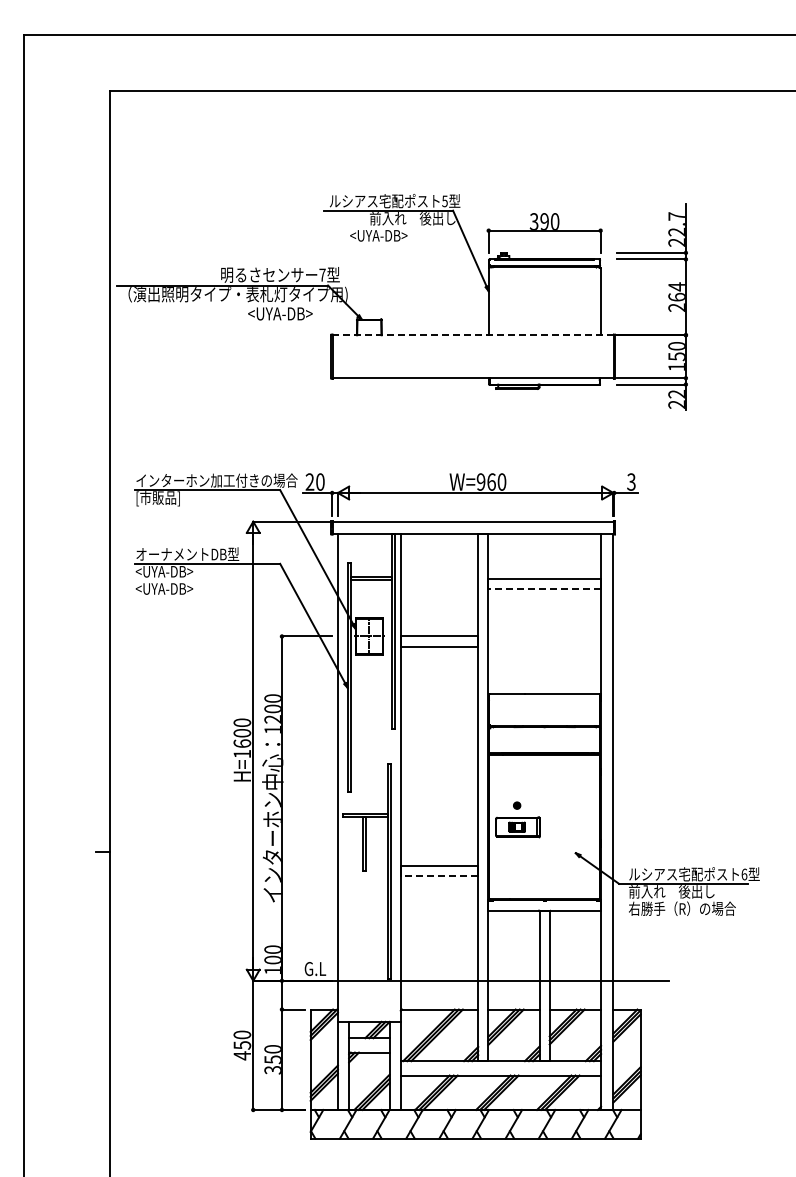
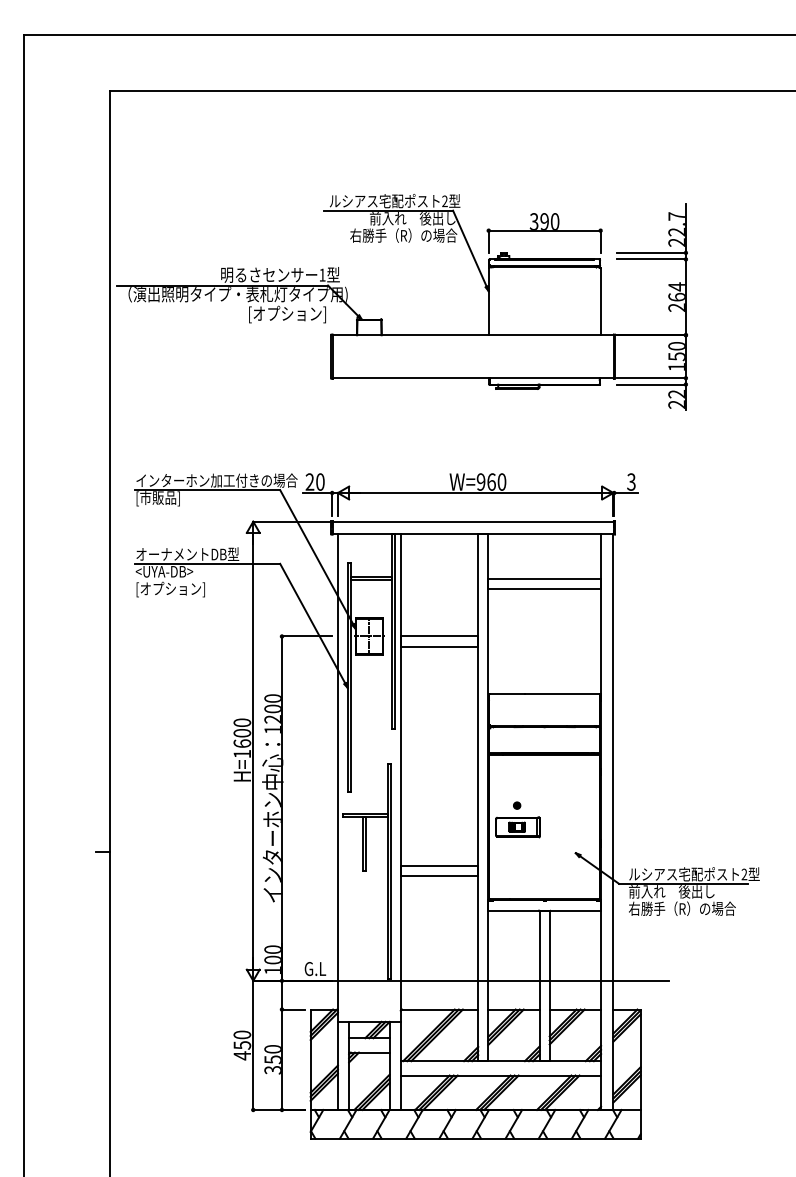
text at (444, 201): 5 -> 2
text at (403, 235): <UYA-DB> -> 右勝手（R）の場合
text at (322, 274): 7 -> 1
text at (287, 314): <UYA-DB> -> [オプション]
line at (472, 335): dashed -> solid
text at (169, 589): <UYA-DB> -> [オプション]
line at (544, 589): dashed -> solid
text at (744, 874): 6 -> 2
line at (439, 876): dashed -> solid
